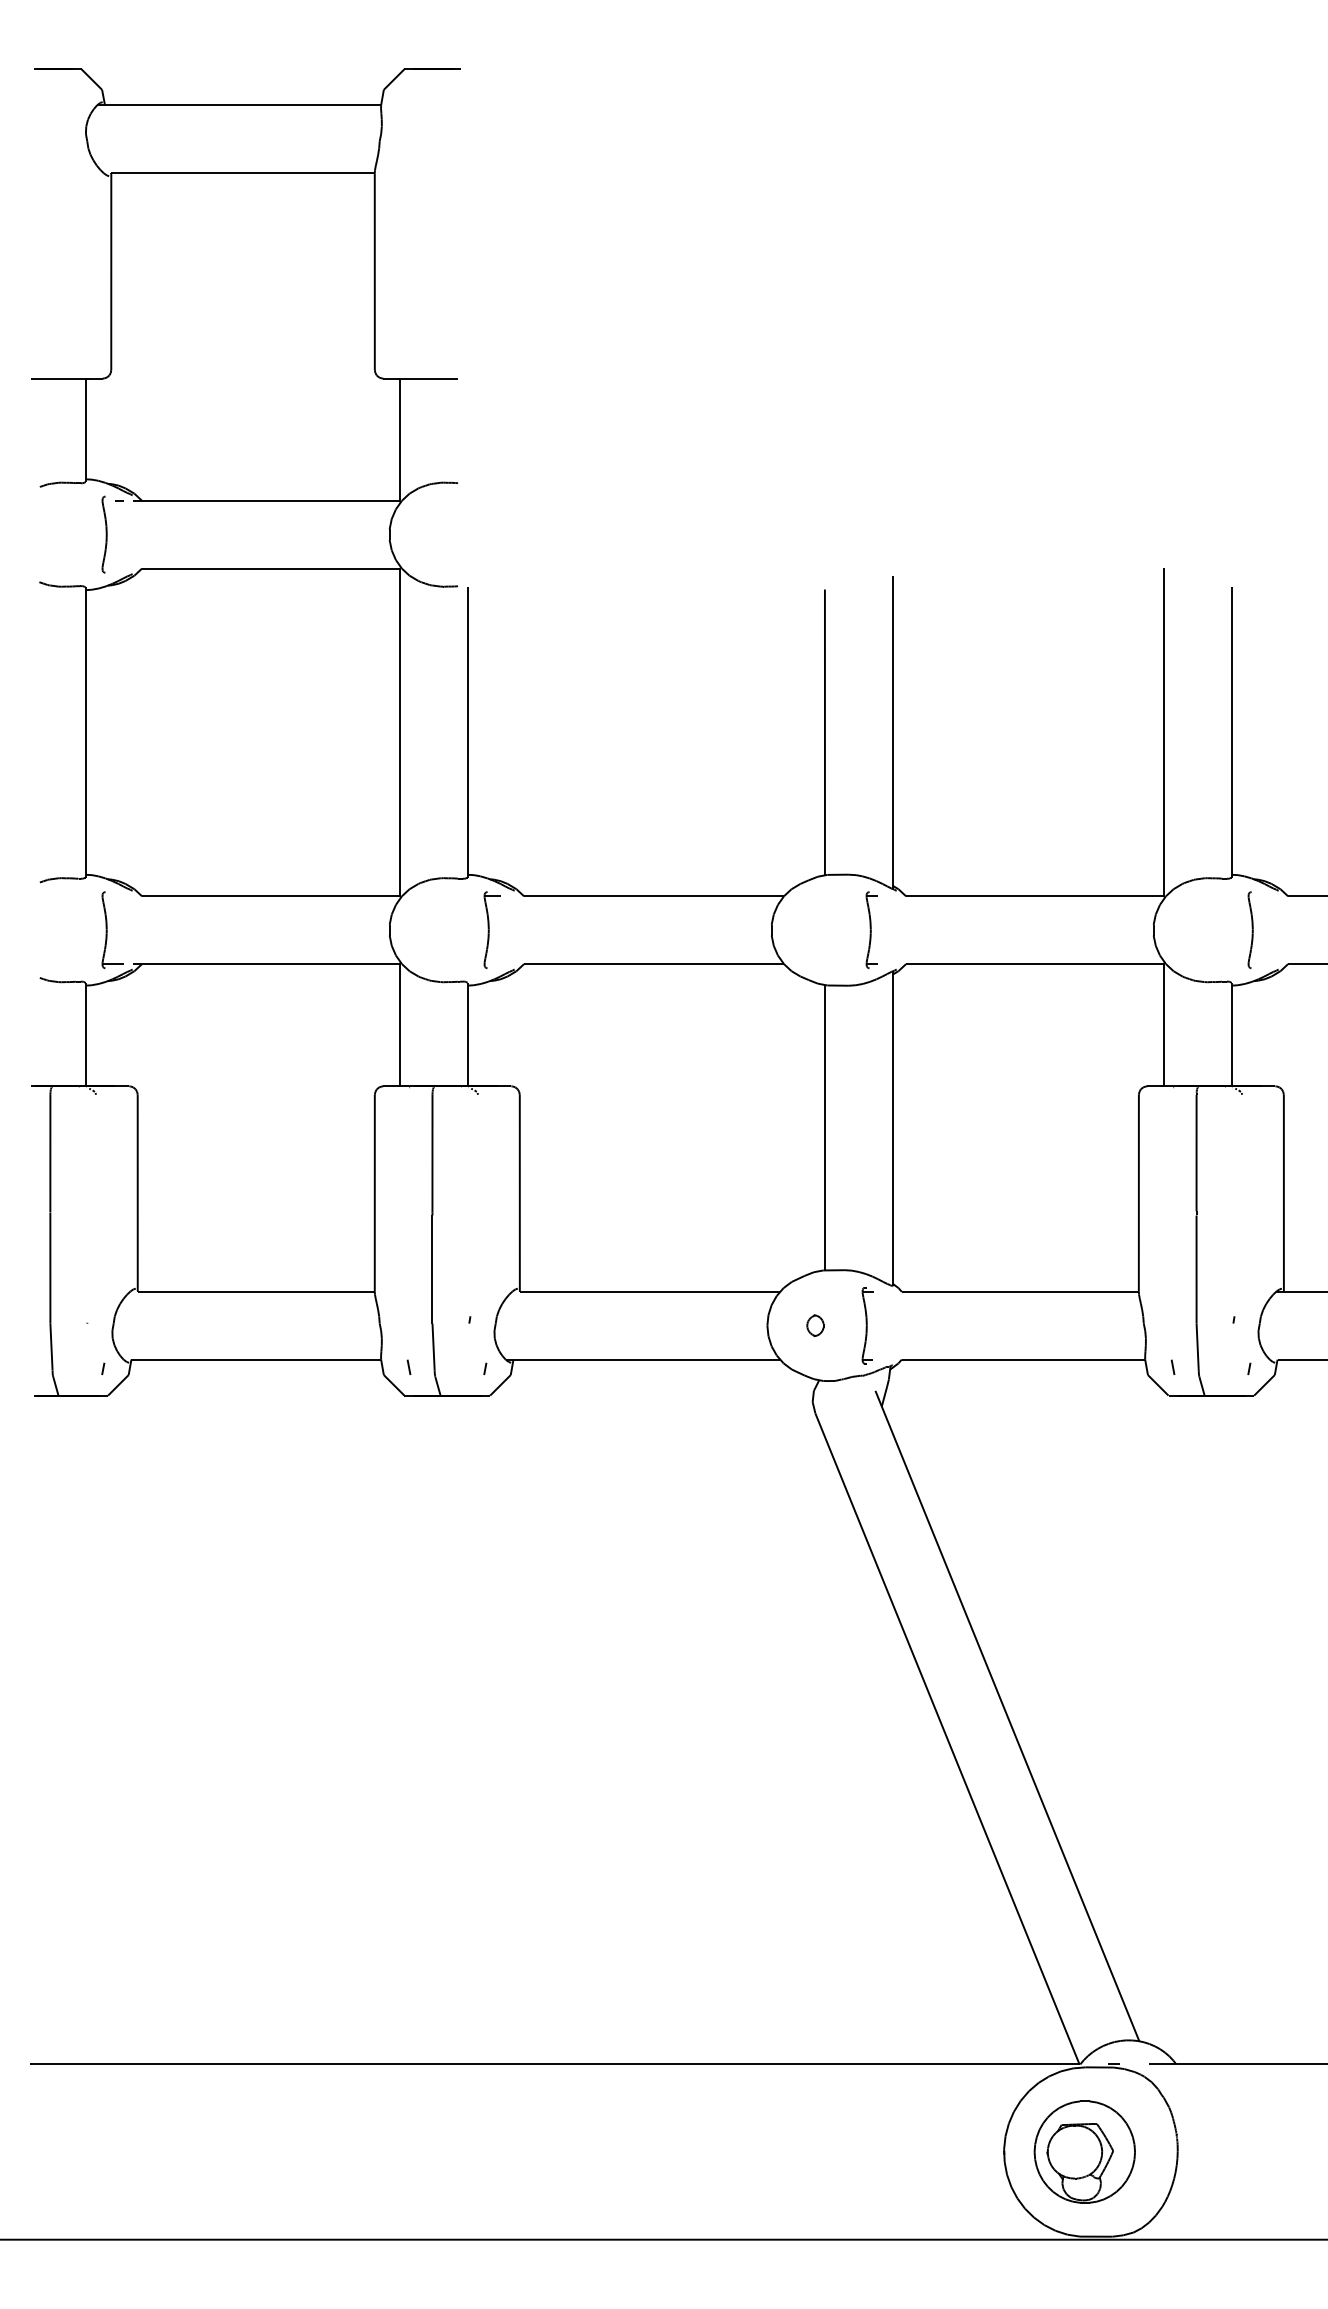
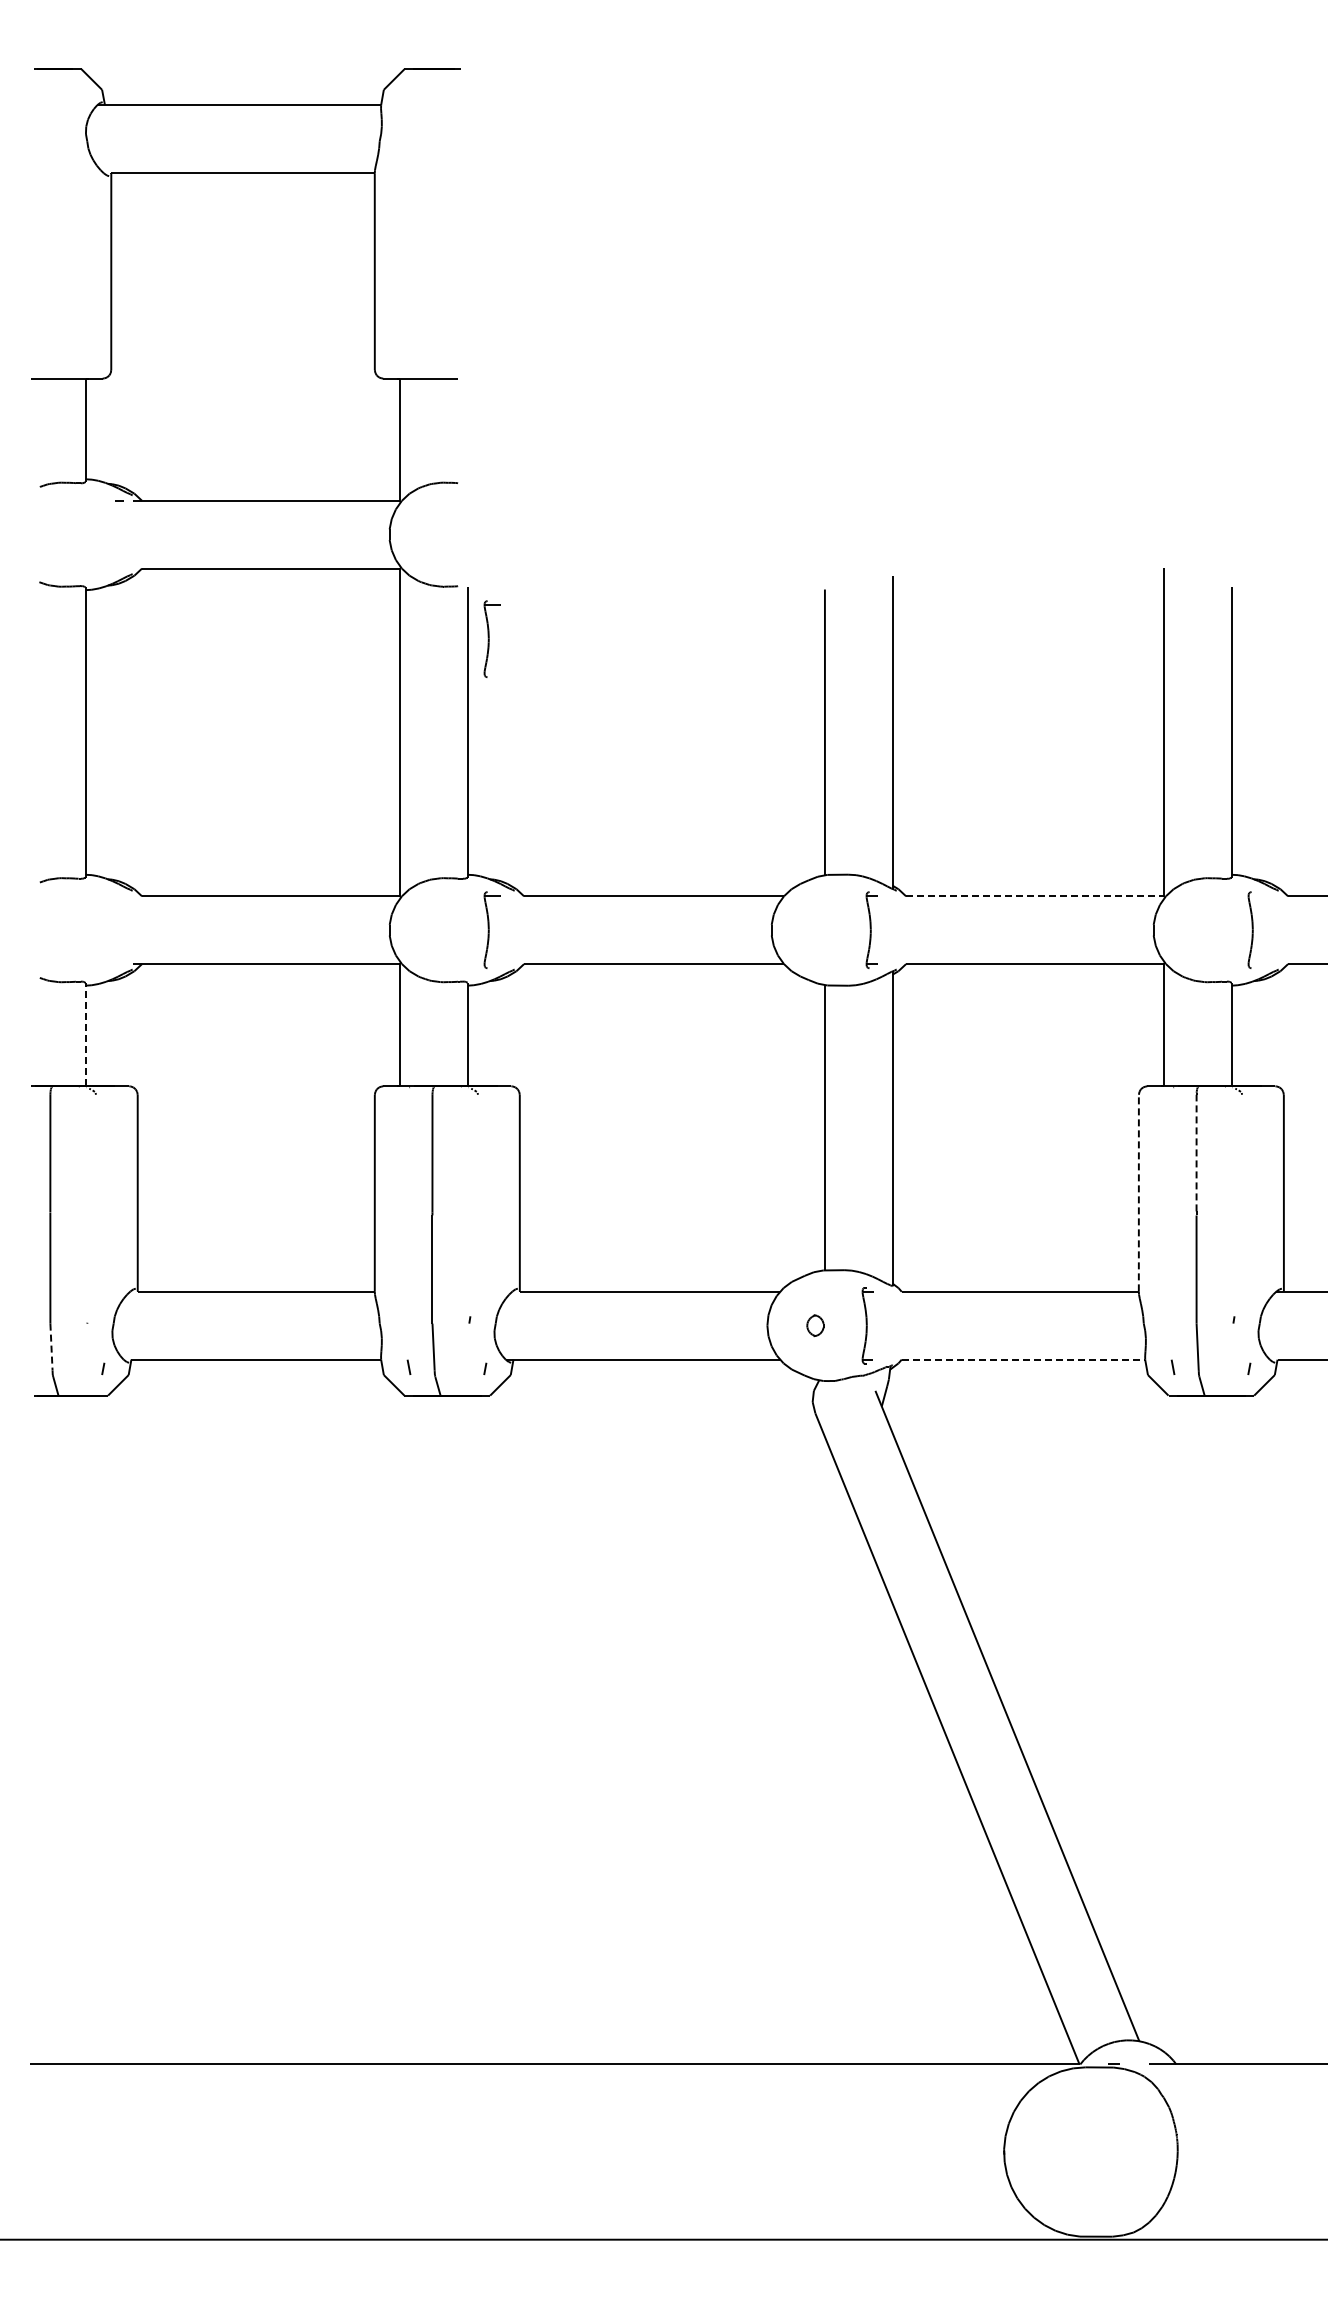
part at (104, 534): present -> none
part at (491, 638): none -> present
line at (1035, 896): solid -> dashed
part at (112, 929): present -> none
line at (85, 1034): solid -> dashed
line at (1196, 1152): solid -> dashed
line at (1138, 1192): solid -> dashed
line at (51, 1347): solid -> dashed
line at (1023, 1359): solid -> dashed
part at (1084, 2151): present -> none
